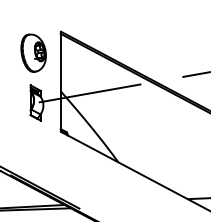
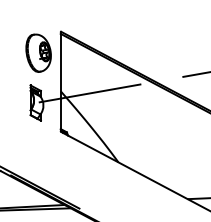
part at (33, 52) position: (33, 52) -> (38, 52)
